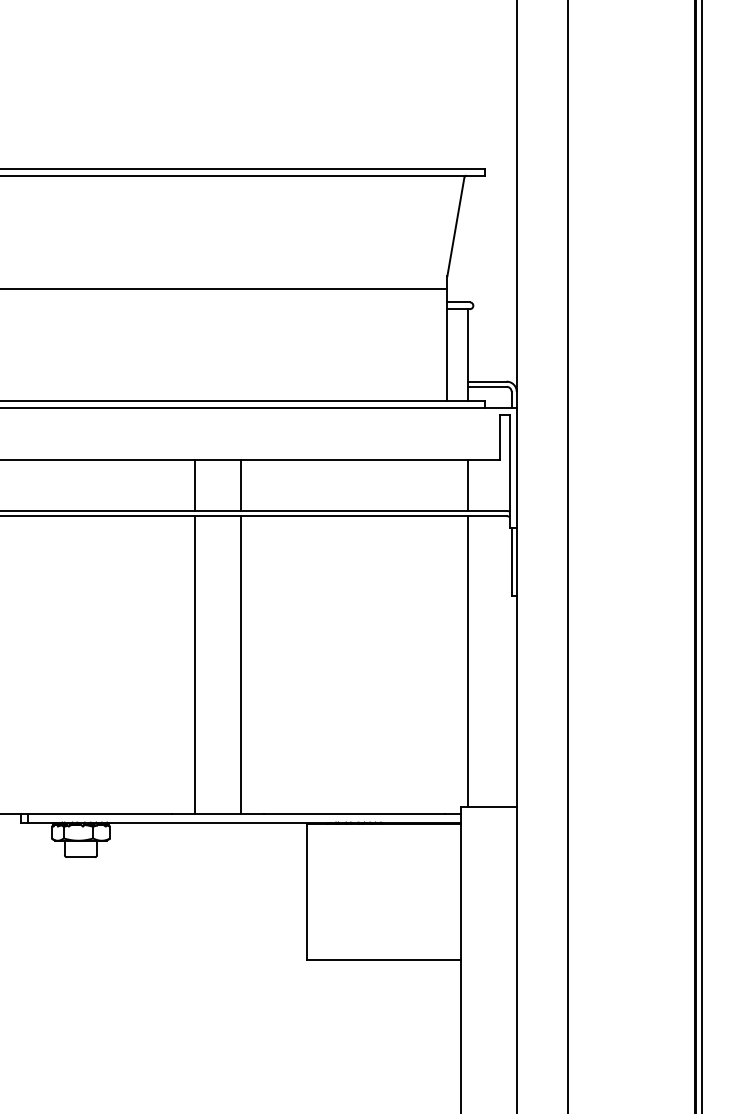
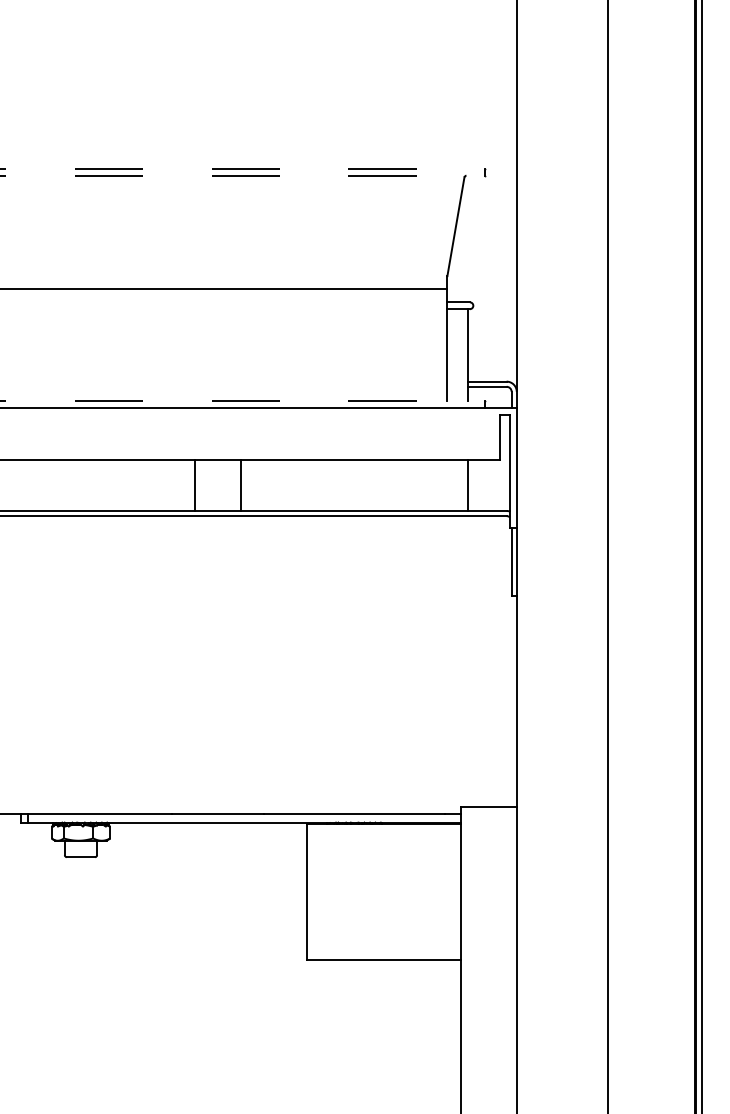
line at (243, 168): solid -> dashed
line at (243, 175): solid -> dashed
line at (243, 401): solid -> dashed
line at (568, 556) position: (568, 556) -> (608, 556)
line at (468, 661): present -> none
line at (194, 665): present -> none
line at (241, 665): present -> none
